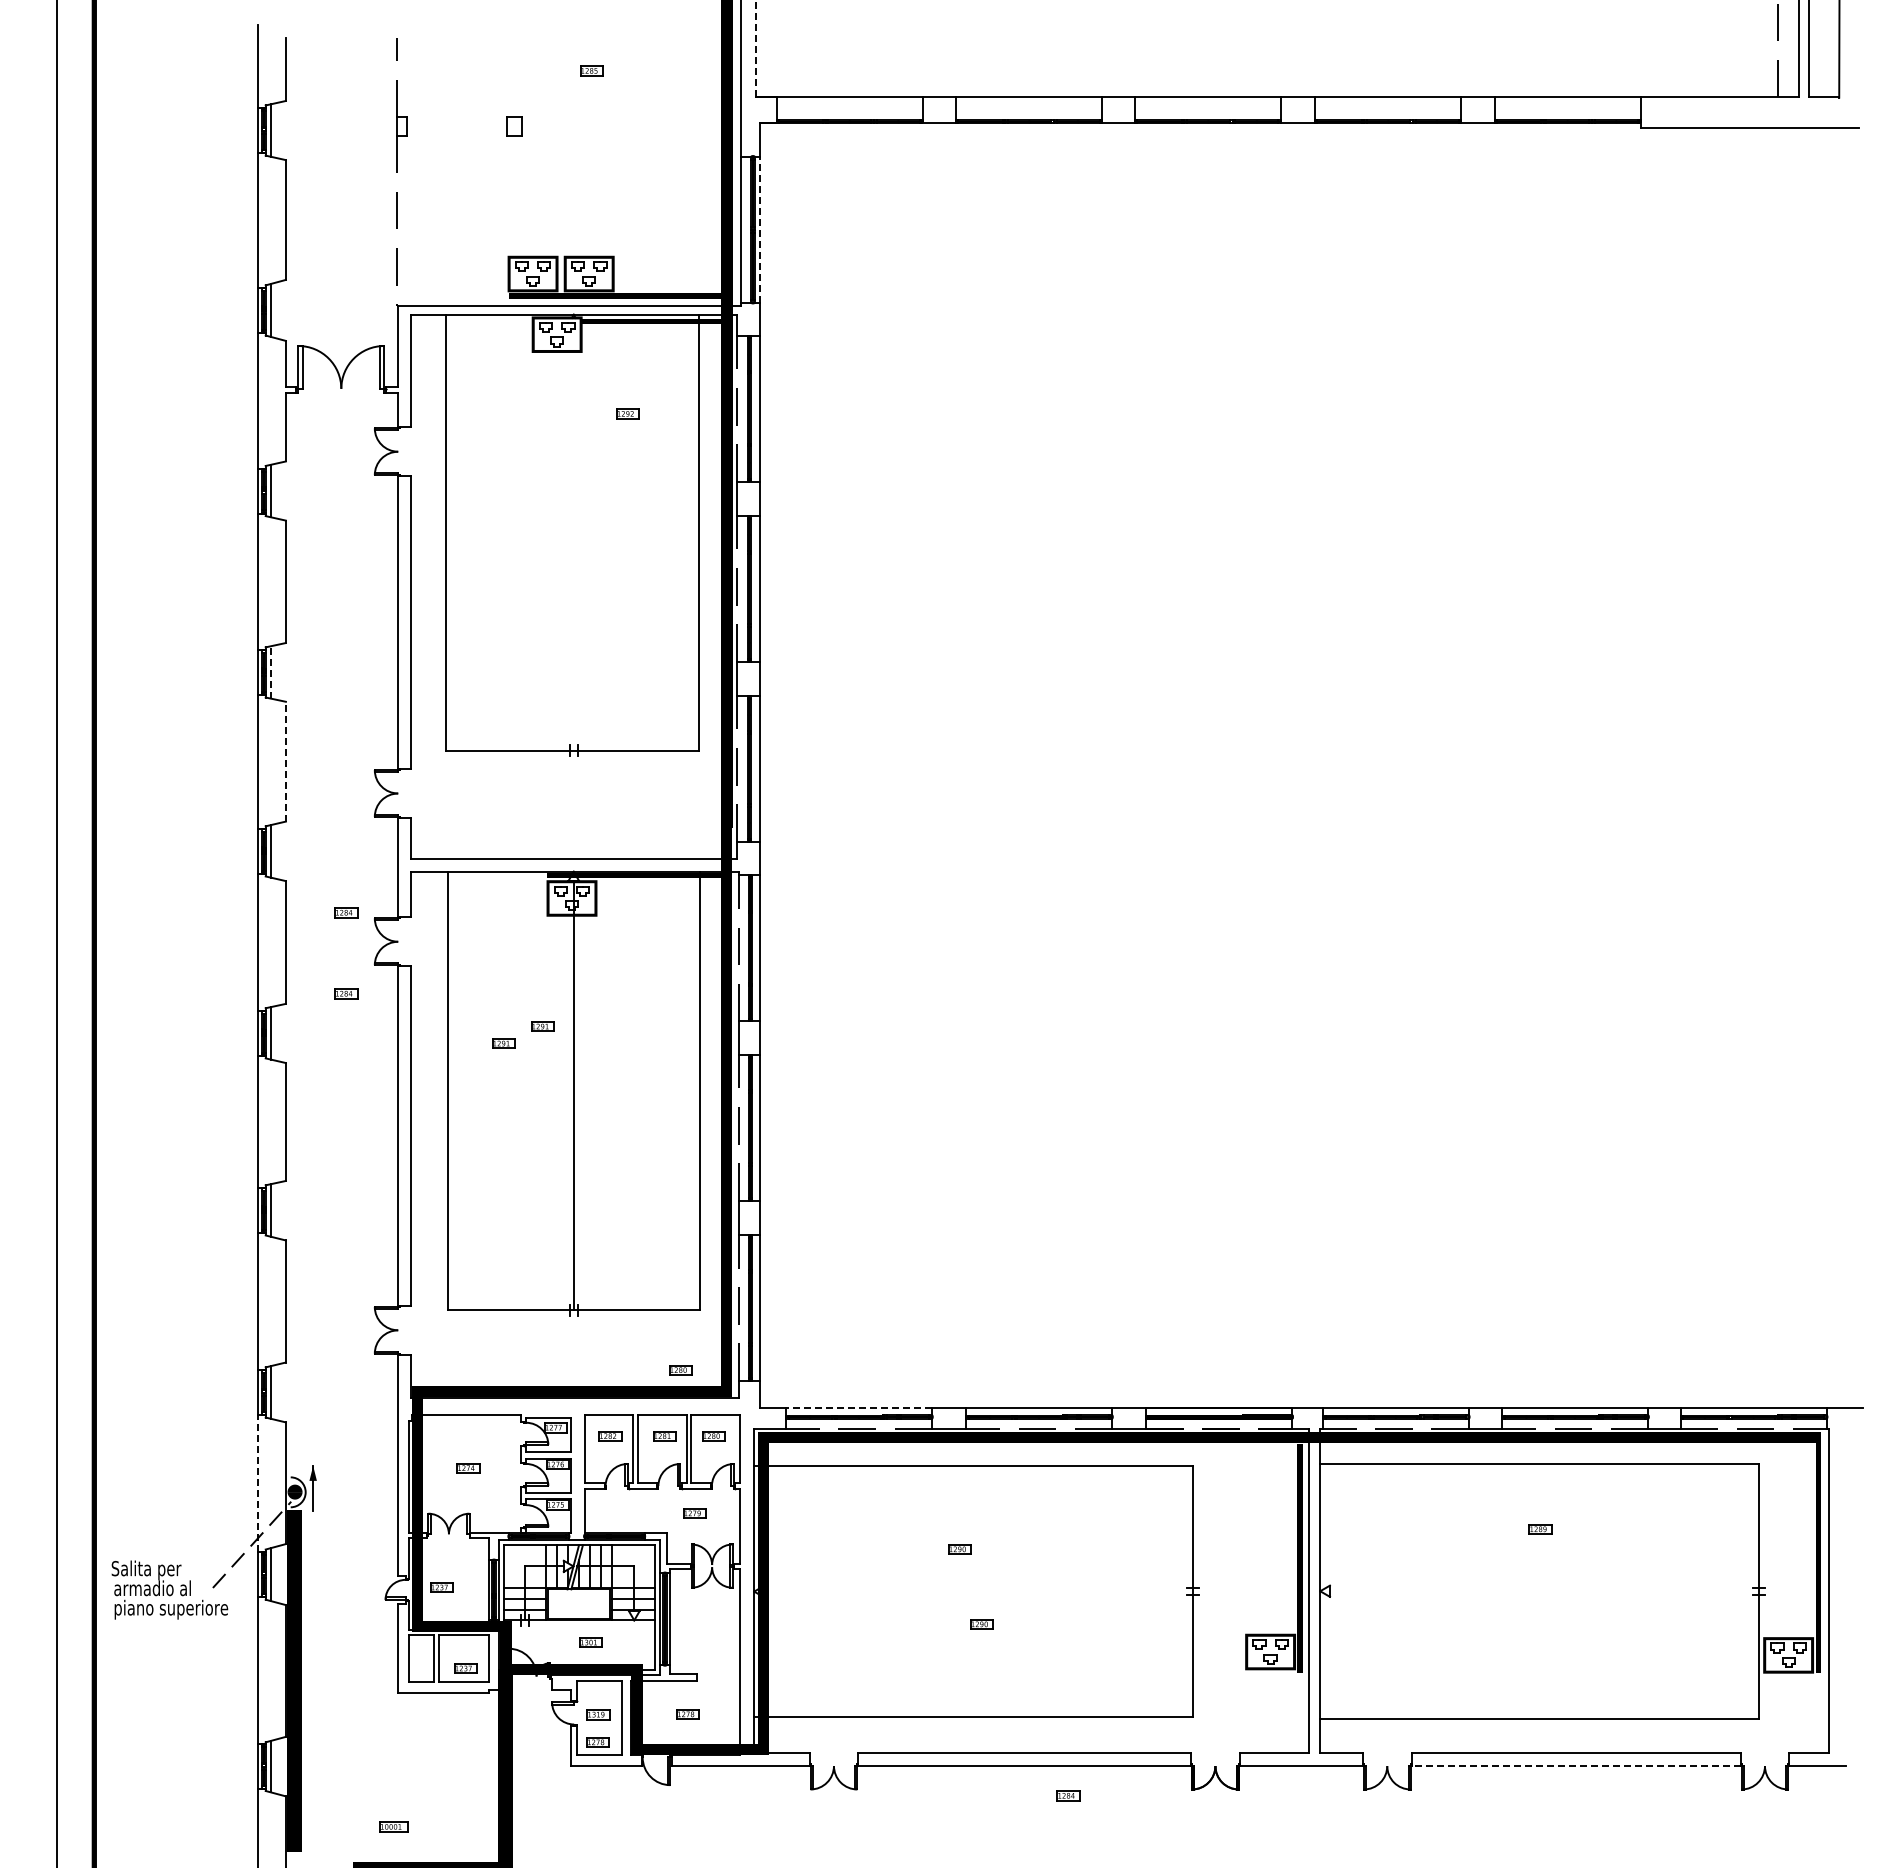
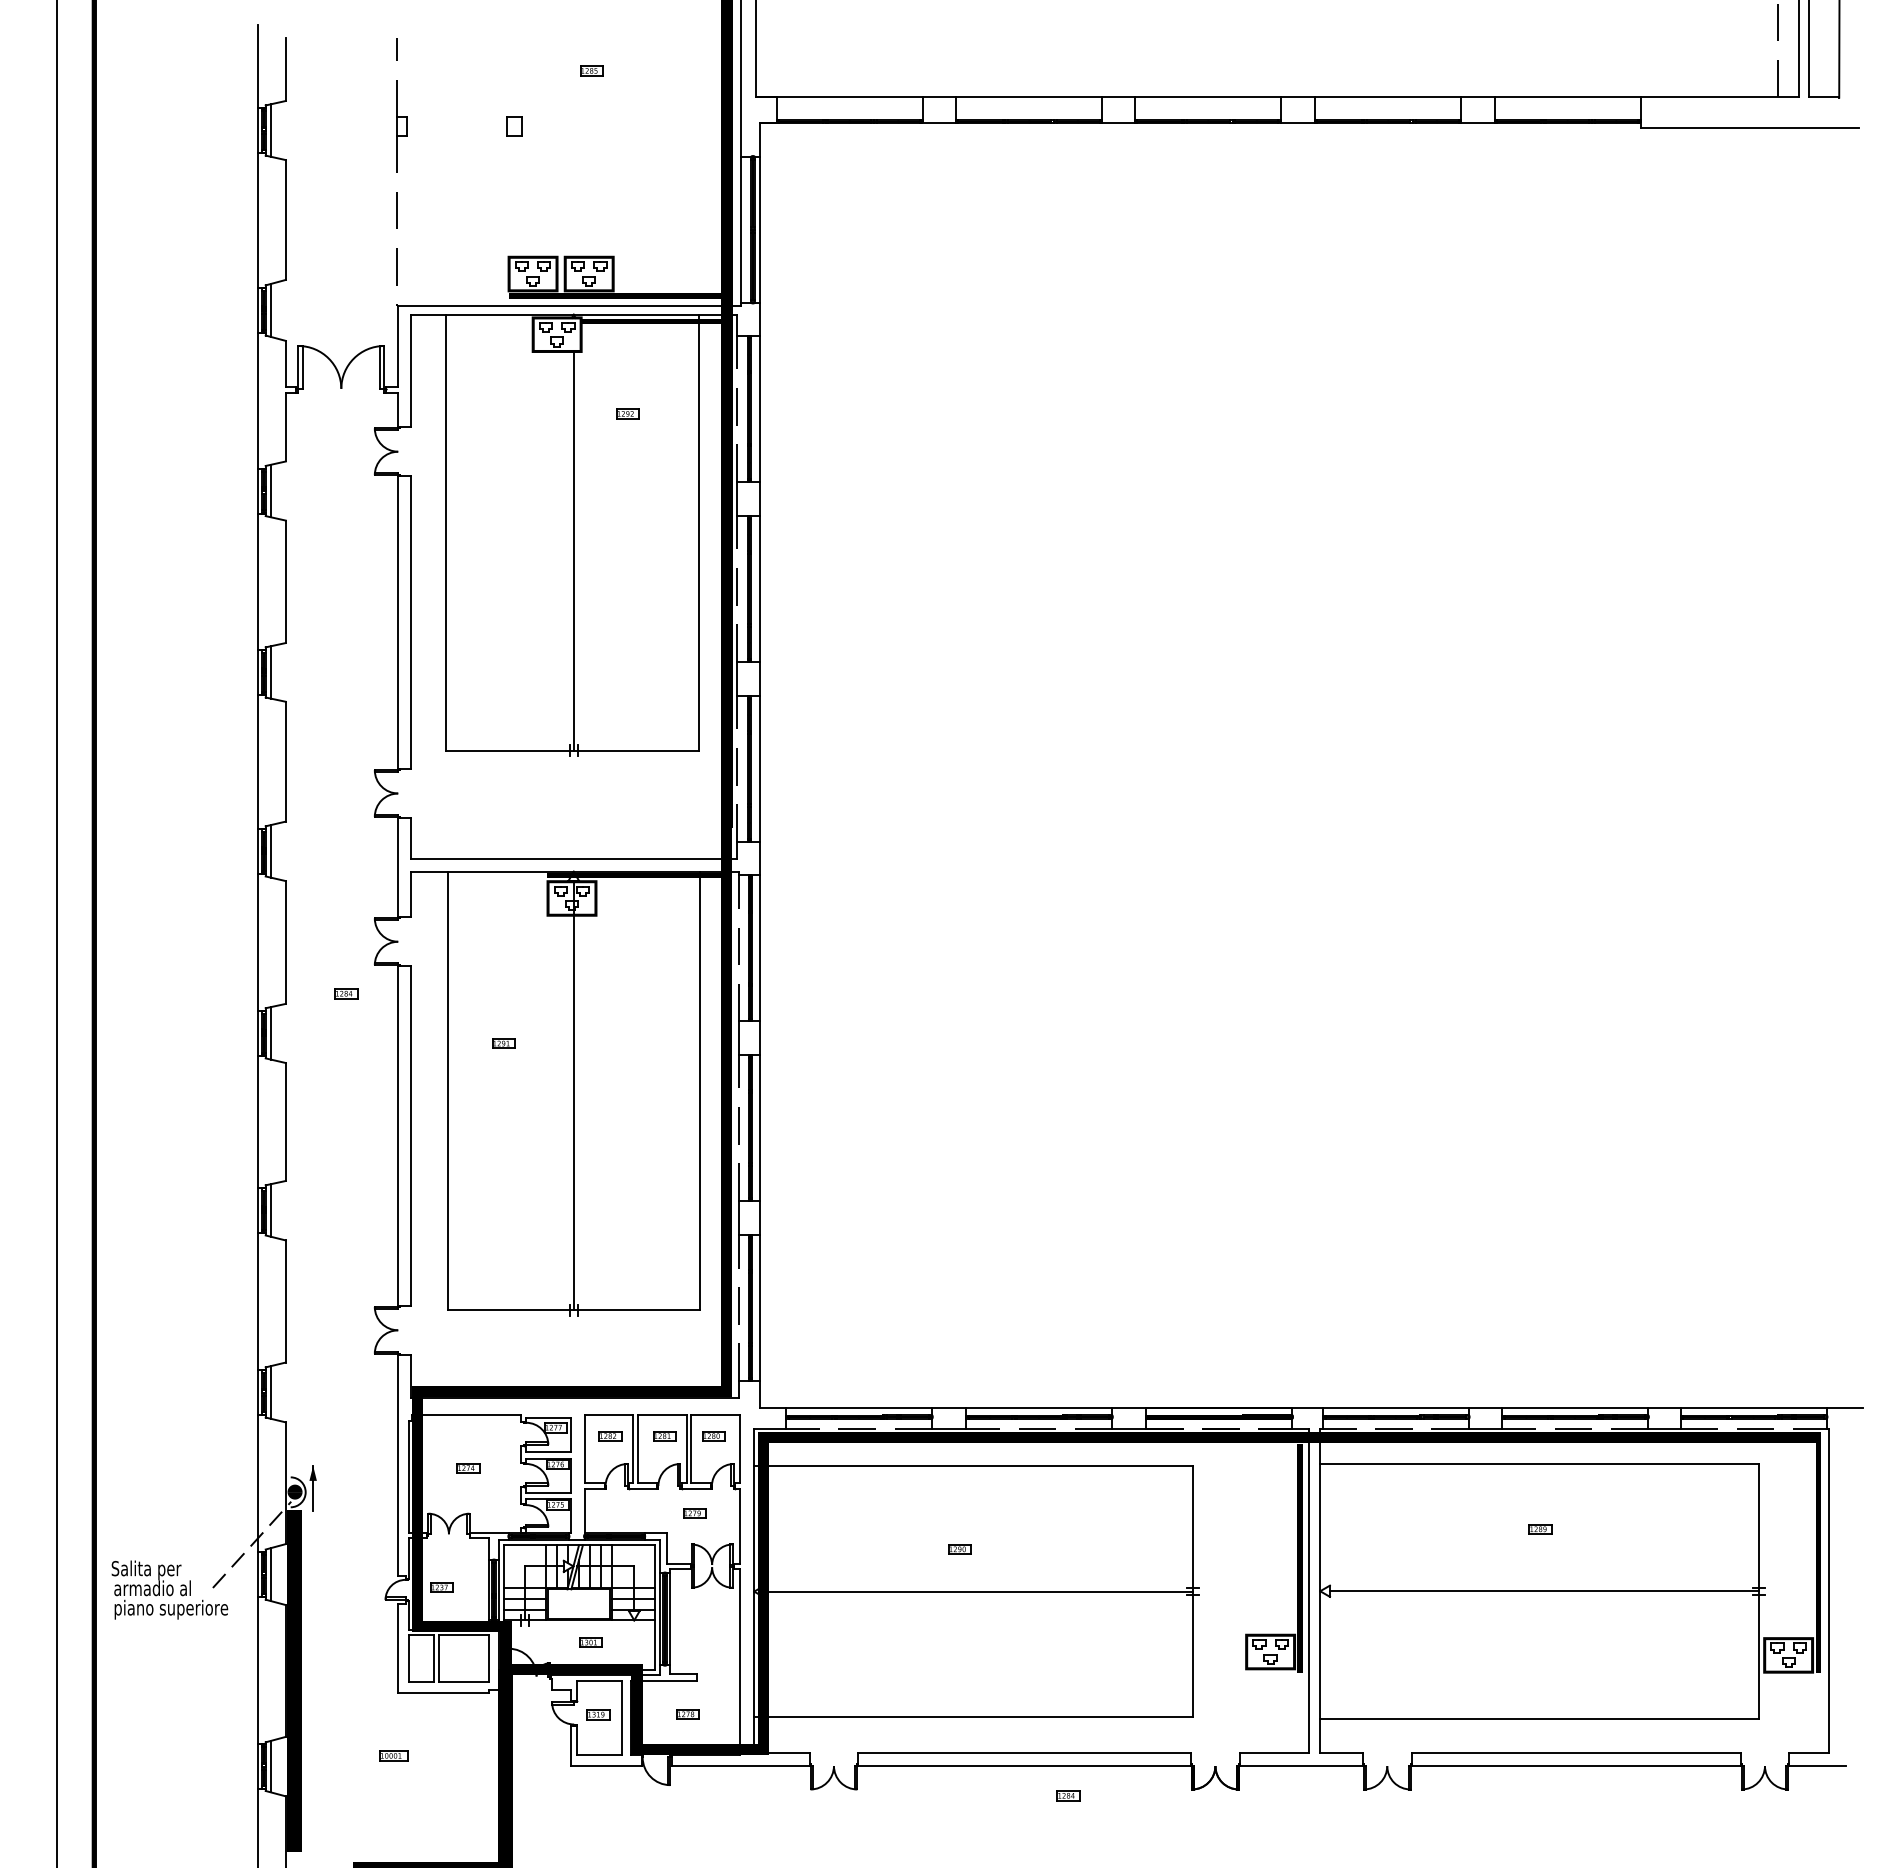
line at (756, 48): dashed -> solid
line at (759, 229): dashed -> solid
line at (573, 550): none -> present
line at (270, 671): dashed -> solid
line at (285, 761): dashed -> solid
part at (346, 912): present -> none
part at (542, 1026): present -> none
part at (680, 1370): present -> none
line at (859, 1407): dashed -> solid
line at (258, 1483): dashed -> solid
line at (977, 1591): none -> present
line at (1543, 1591): none -> present
part at (981, 1624): present -> none
part at (465, 1668): present -> none
part at (597, 1742): present -> none
line at (1576, 1766): dashed -> solid
part at (393, 1826) position: (393, 1826) -> (393, 1755)
